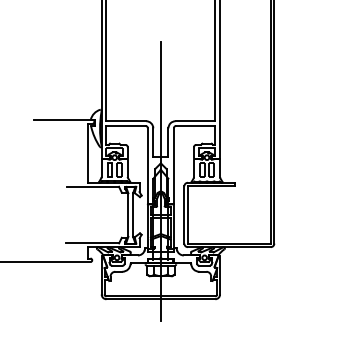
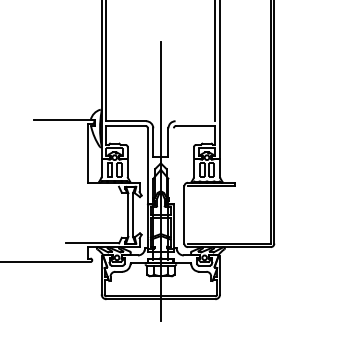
line at (195, 121): present -> none
line at (173, 166): present -> none
line at (92, 186): present -> none
line at (187, 214): present -> none
